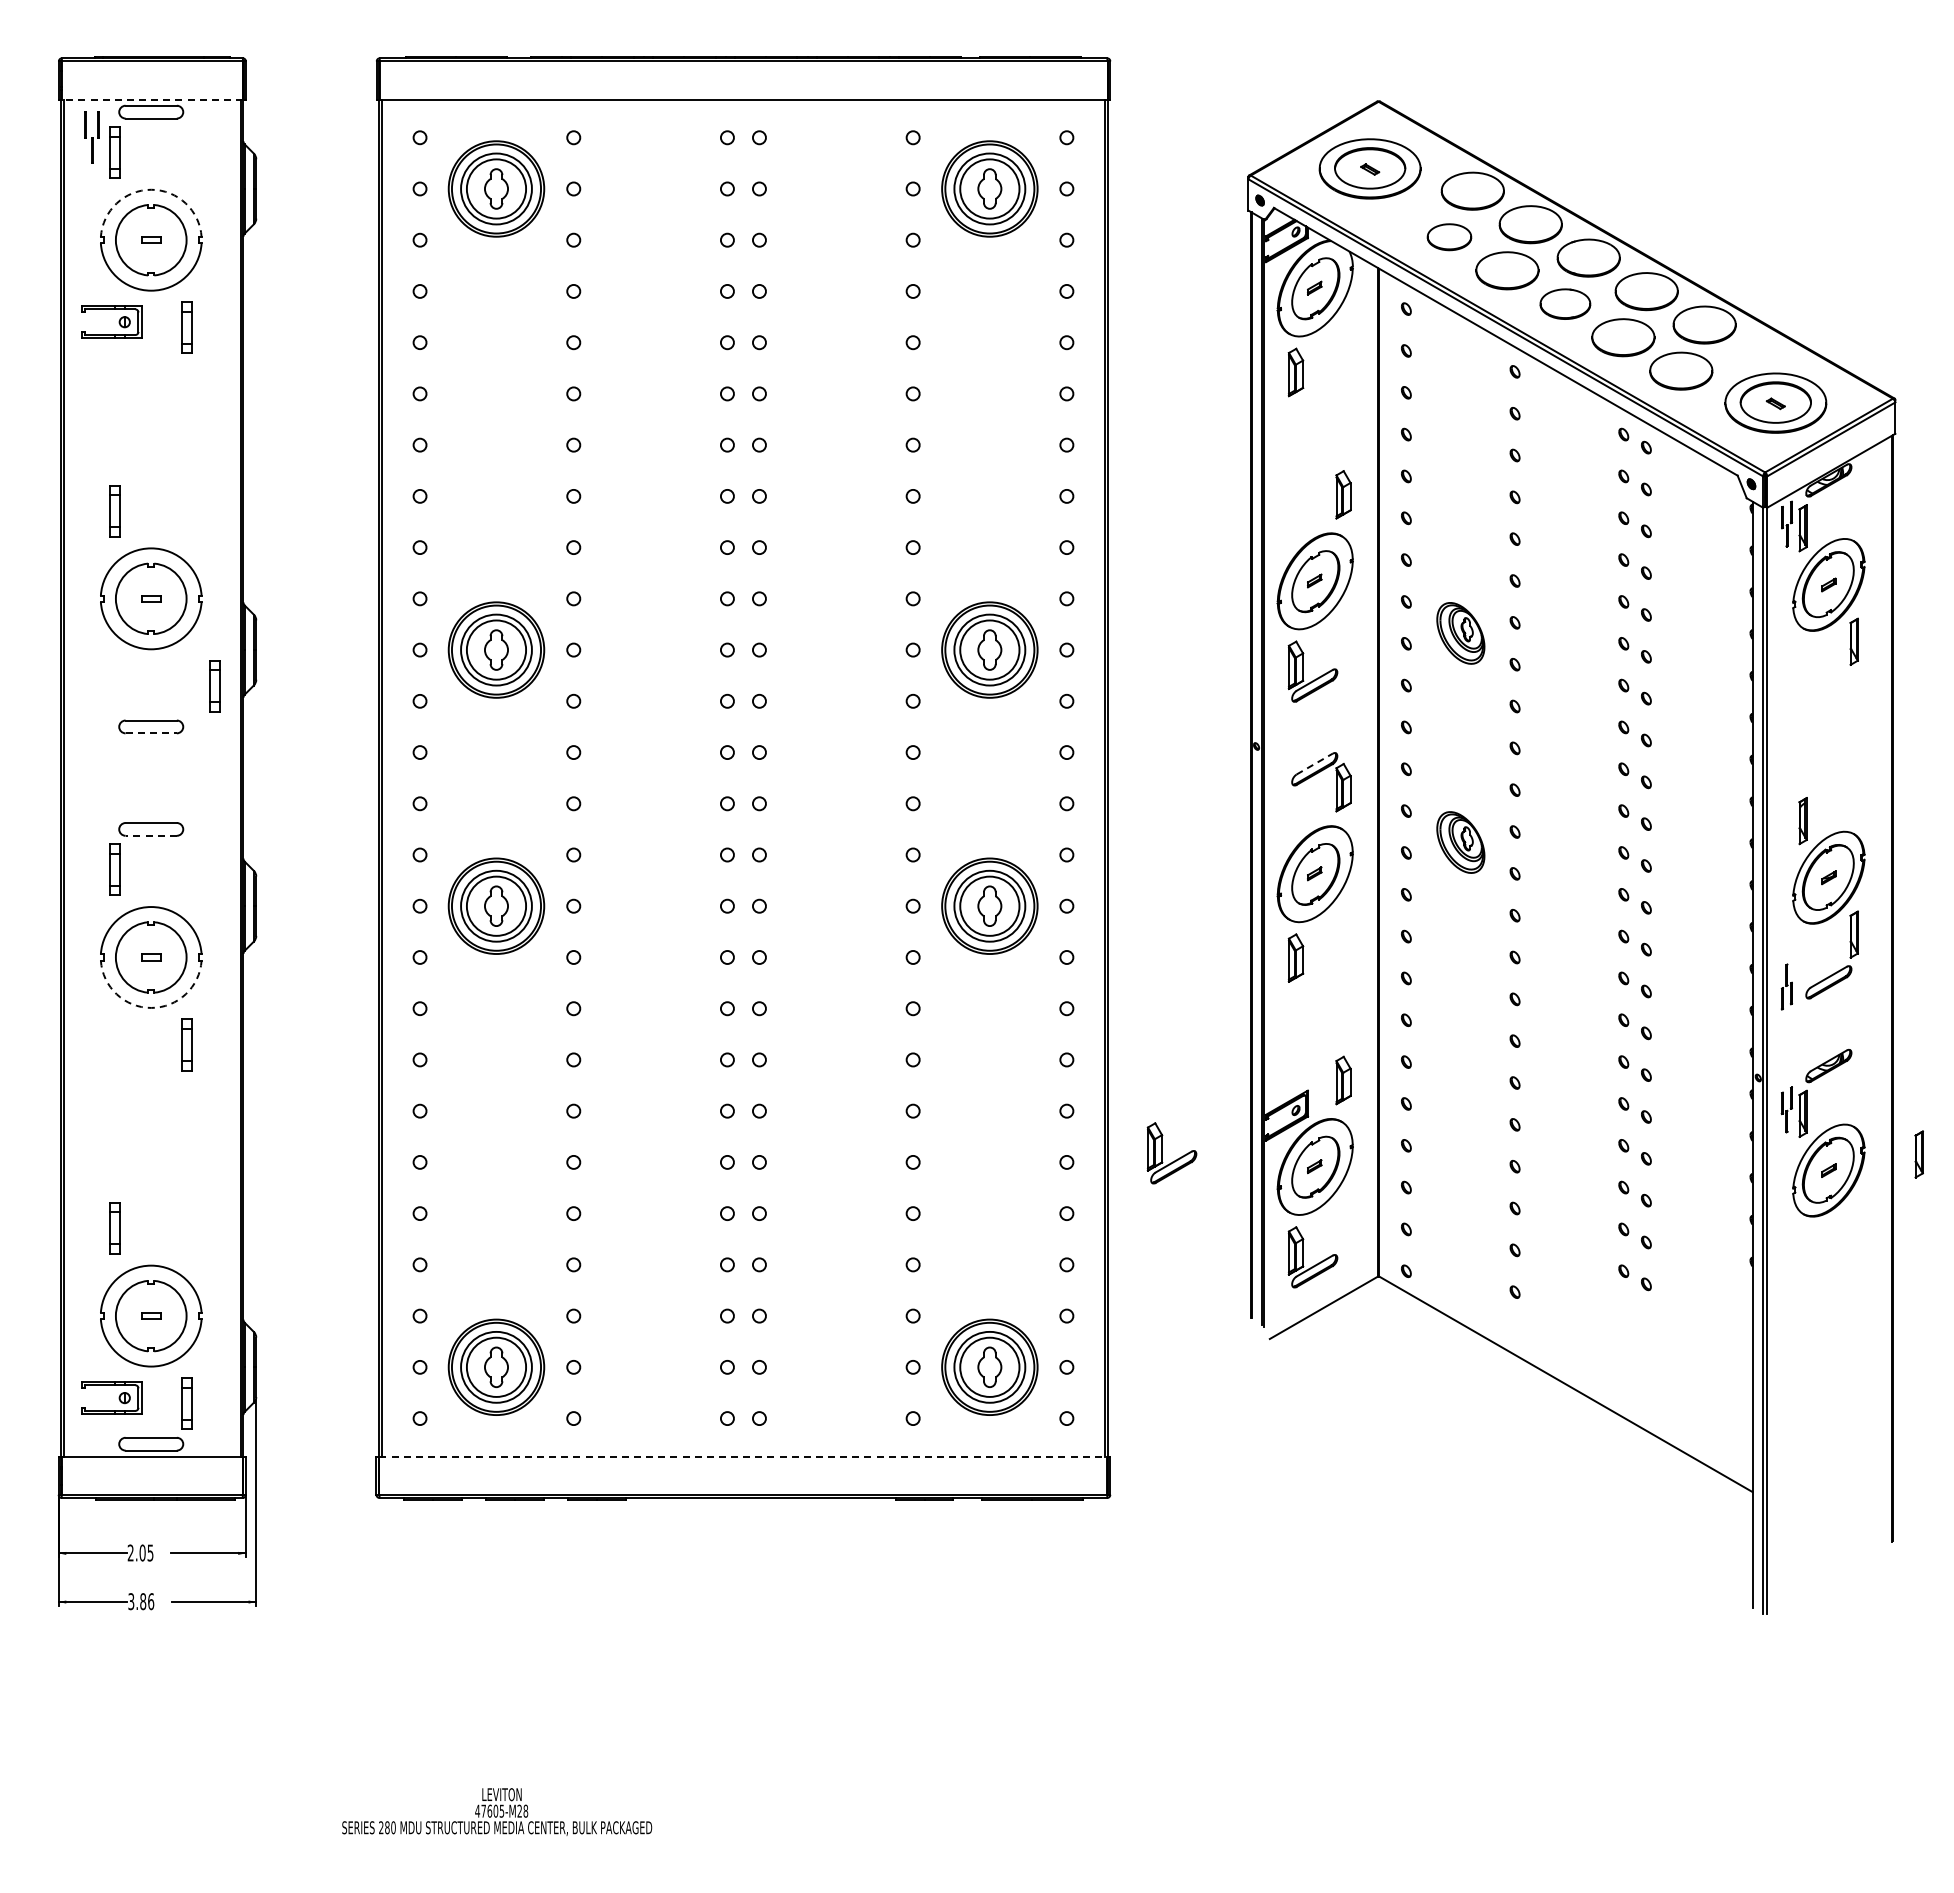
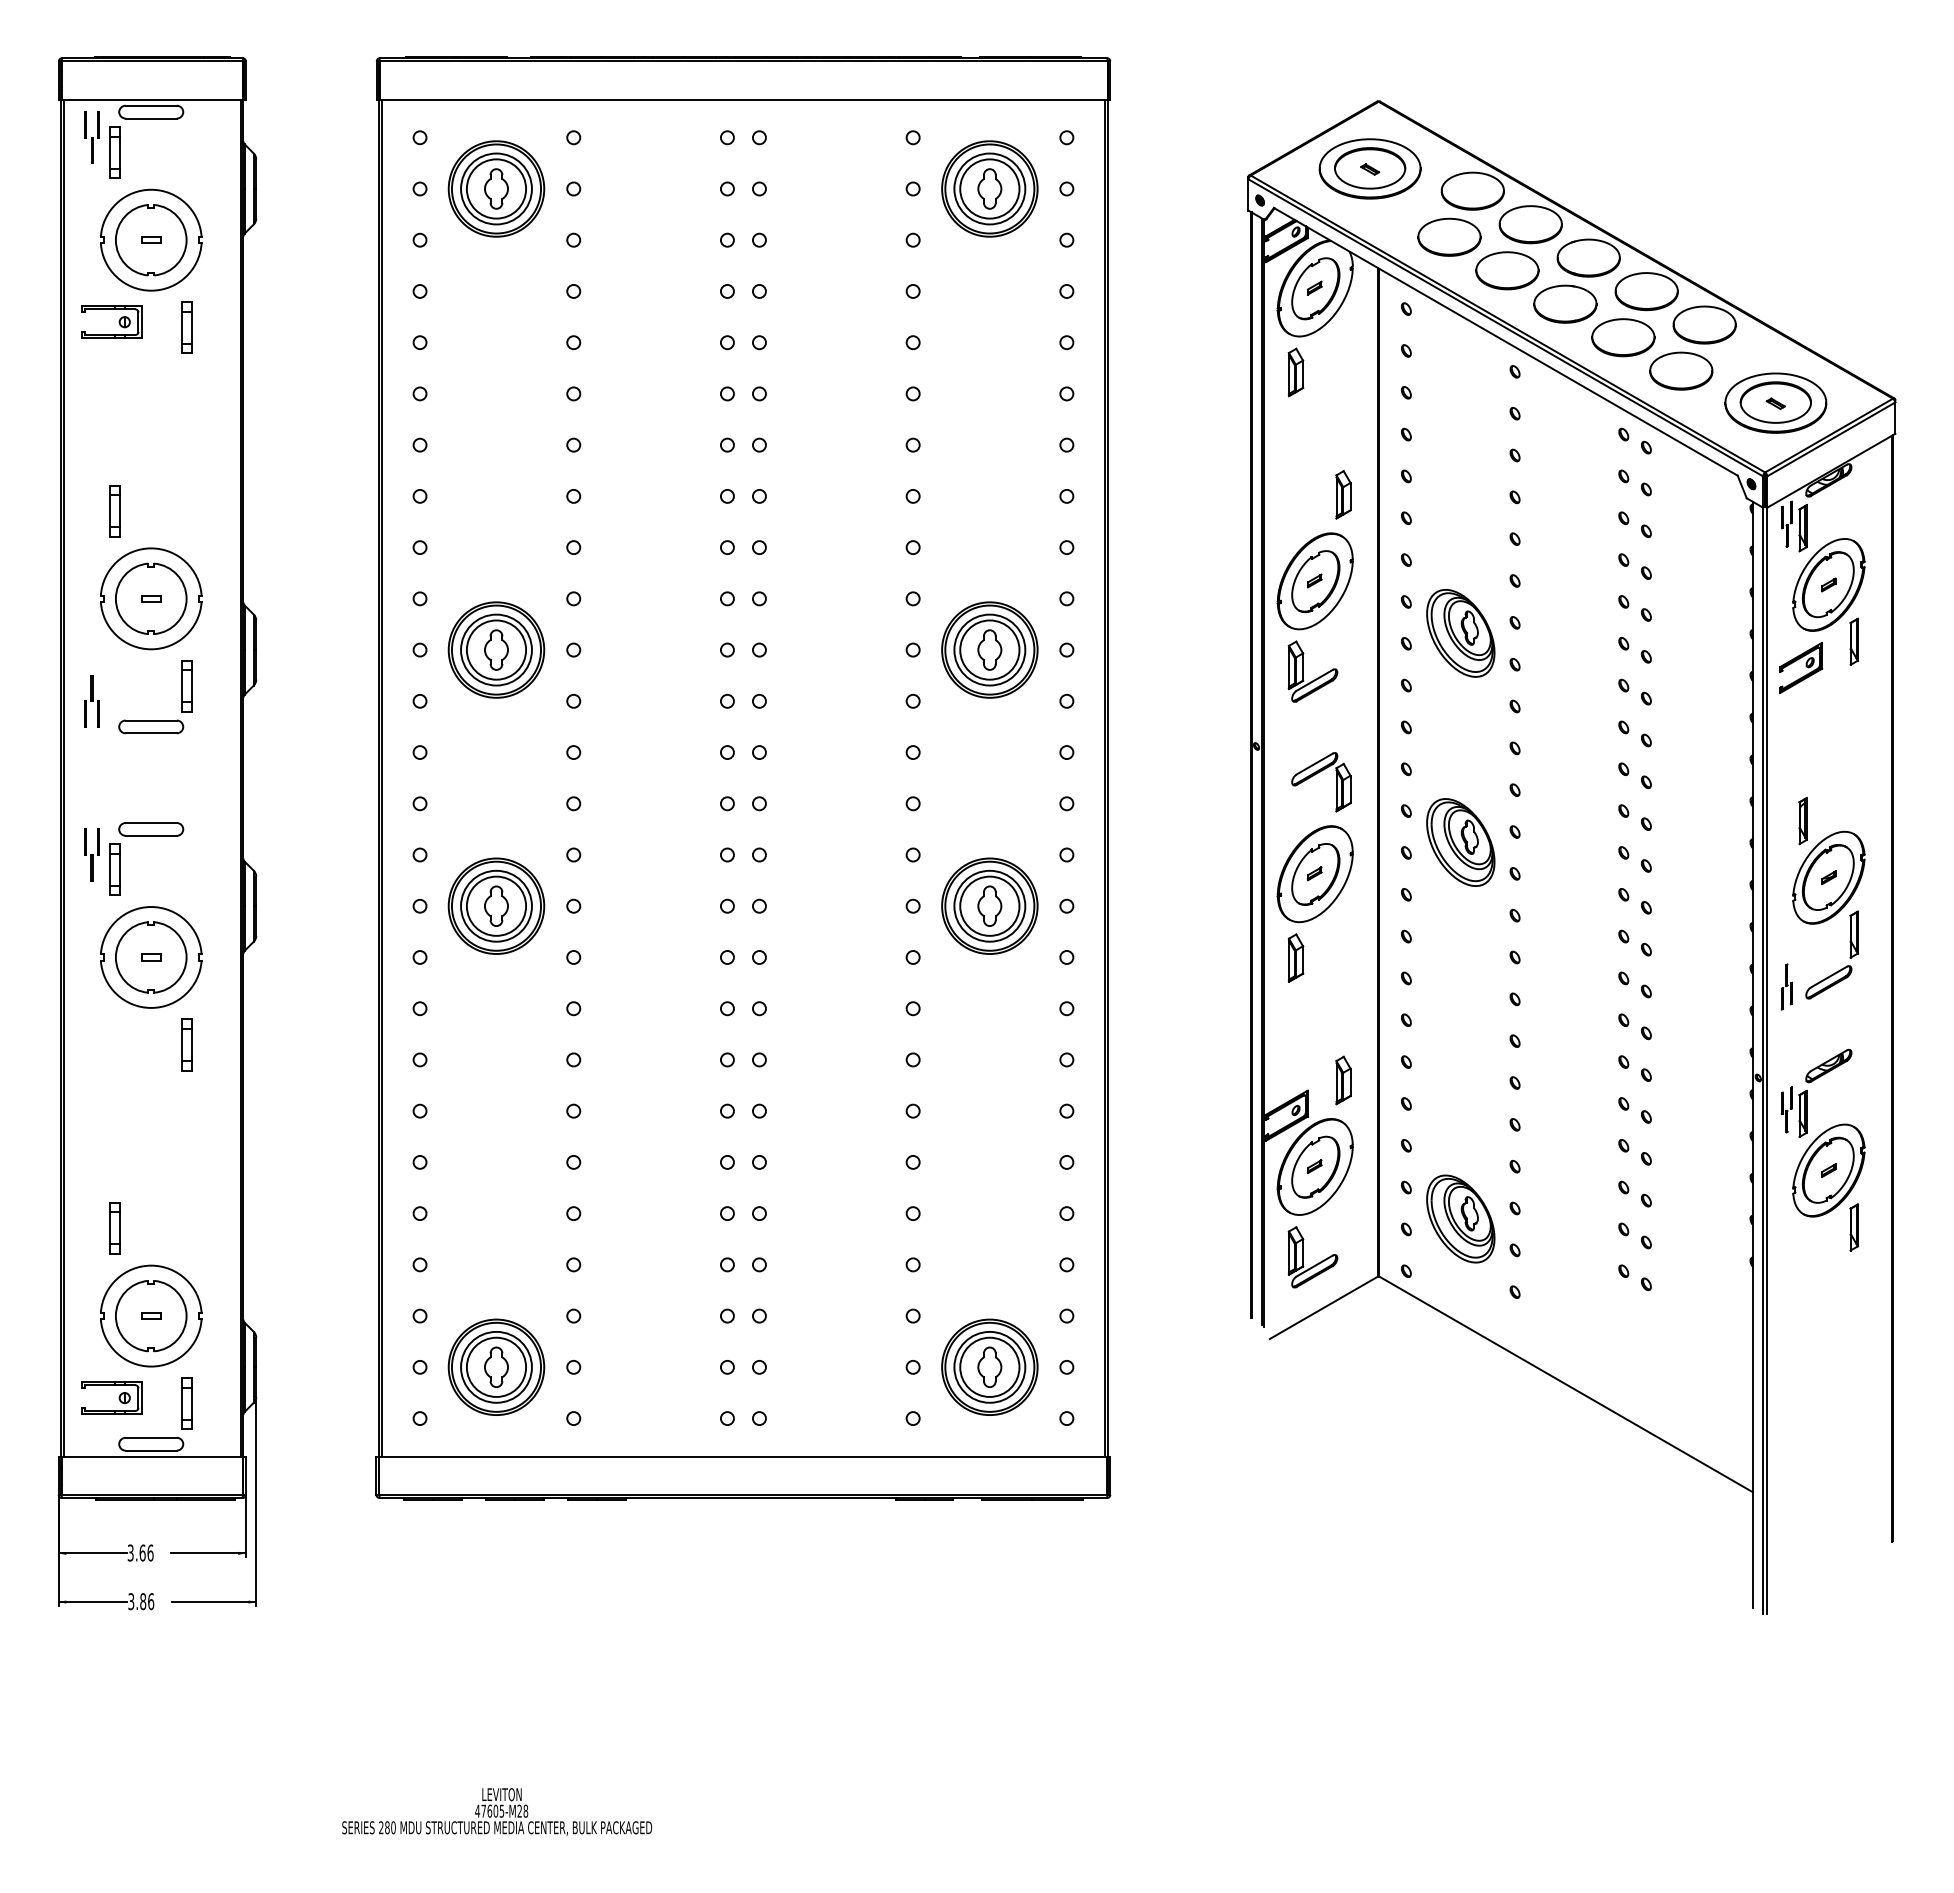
line at (152, 99): dashed -> solid
arc at (151, 189): dashed -> solid
part at (1449, 237) size: 47x29 px -> 65x40 px
part at (1565, 303) size: 53x32 px -> 65x40 px
part at (1460, 633) size: 50x63 px -> 70x89 px
part at (1801, 667): none -> present
part at (214, 686) position: (214, 686) -> (186, 686)
part at (91, 701): none -> present
line at (151, 733): dashed -> solid
line at (1314, 764): dashed -> solid
line at (151, 835): dashed -> solid
part at (1460, 842) size: 50x63 px -> 70x89 px
part at (91, 854): none -> present
arc at (151, 1007): dashed -> solid
part at (1918, 1154) position: (1918, 1154) -> (1853, 1227)
part at (1174, 1160): present -> none
part at (1460, 1218): none -> present
line at (743, 1456): dashed -> solid
text at (140, 1552): 2.05 -> 3.66
